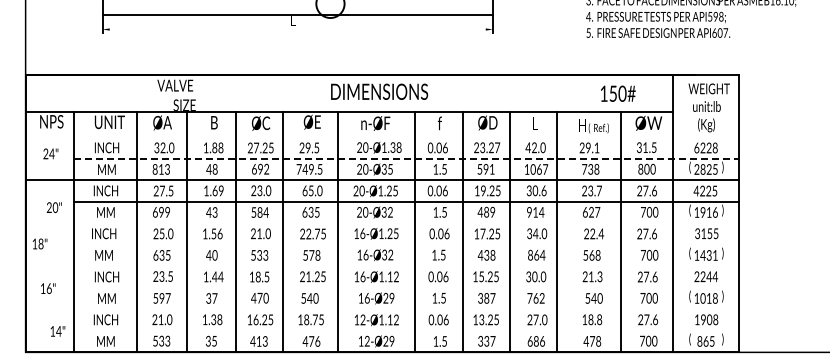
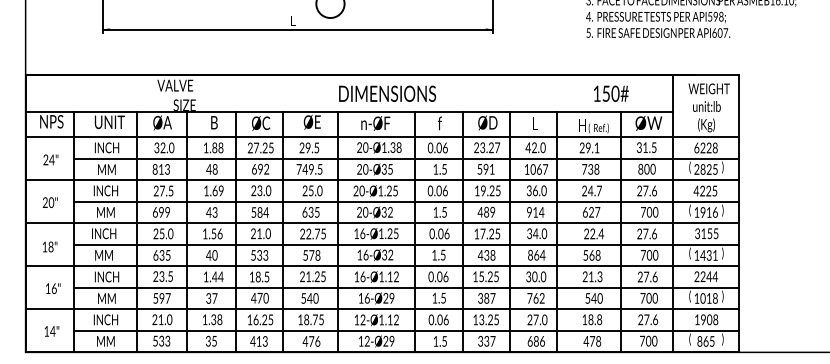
line at (297, 14) position: (297, 14) -> (297, 29)
text at (379, 91) position: (379, 91) -> (387, 93)
text at (618, 93) position: (618, 93) -> (611, 93)
line at (382, 137): none -> present
text at (50, 153) position: (50, 153) -> (50, 159)
line at (407, 158): dashed -> solid
text at (304, 190): 65.0 -> 25.0
text at (539, 190): 30.6 -> 36.0
text at (590, 190): 23.7 -> 24.7
text at (53, 207) position: (53, 207) -> (49, 202)
line at (382, 223): none -> present
text at (39, 243) position: (39, 243) -> (49, 246)
line at (406, 244): none -> present
line at (382, 266): none -> present
line at (406, 287): none -> present
text at (48, 288) position: (48, 288) -> (53, 288)
line at (382, 309): none -> present
line at (406, 330): none -> present
text at (57, 331) position: (57, 331) -> (51, 331)
